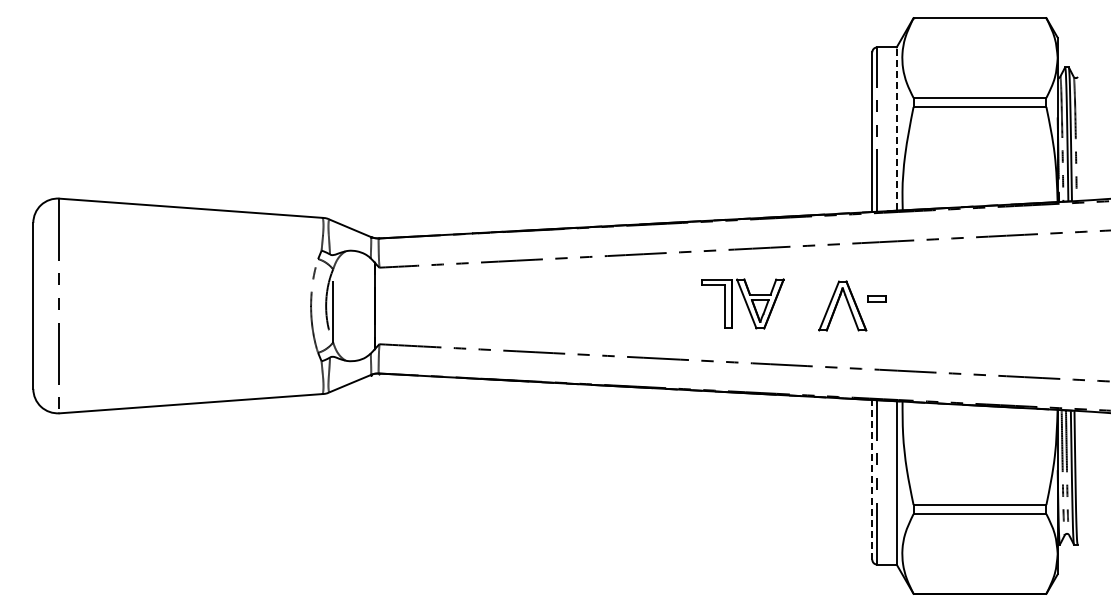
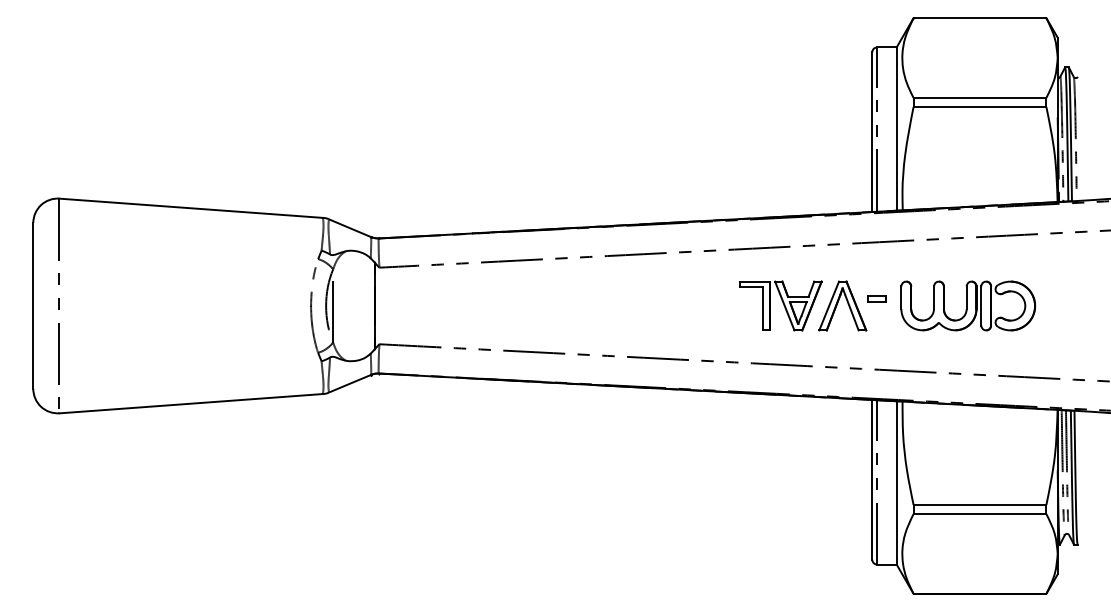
line at (896, 128): dashed -> solid
part at (742, 303) position: (742, 303) -> (780, 305)
part at (968, 305): none -> present
line at (872, 479): dashed -> solid
